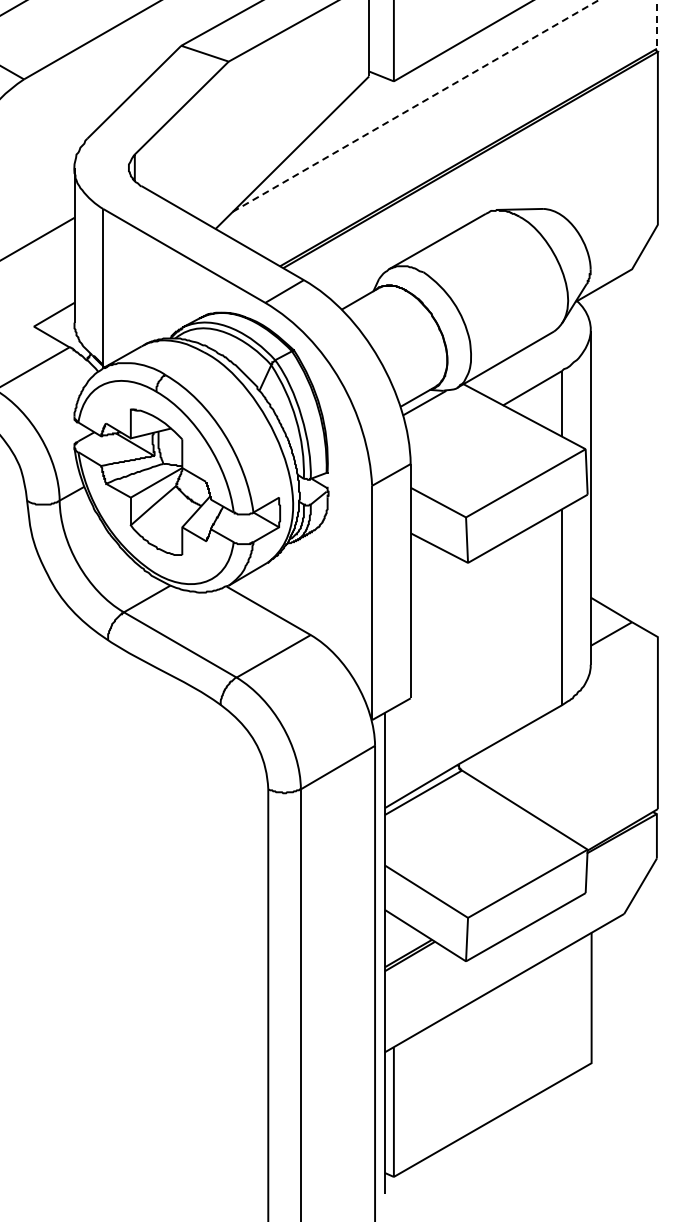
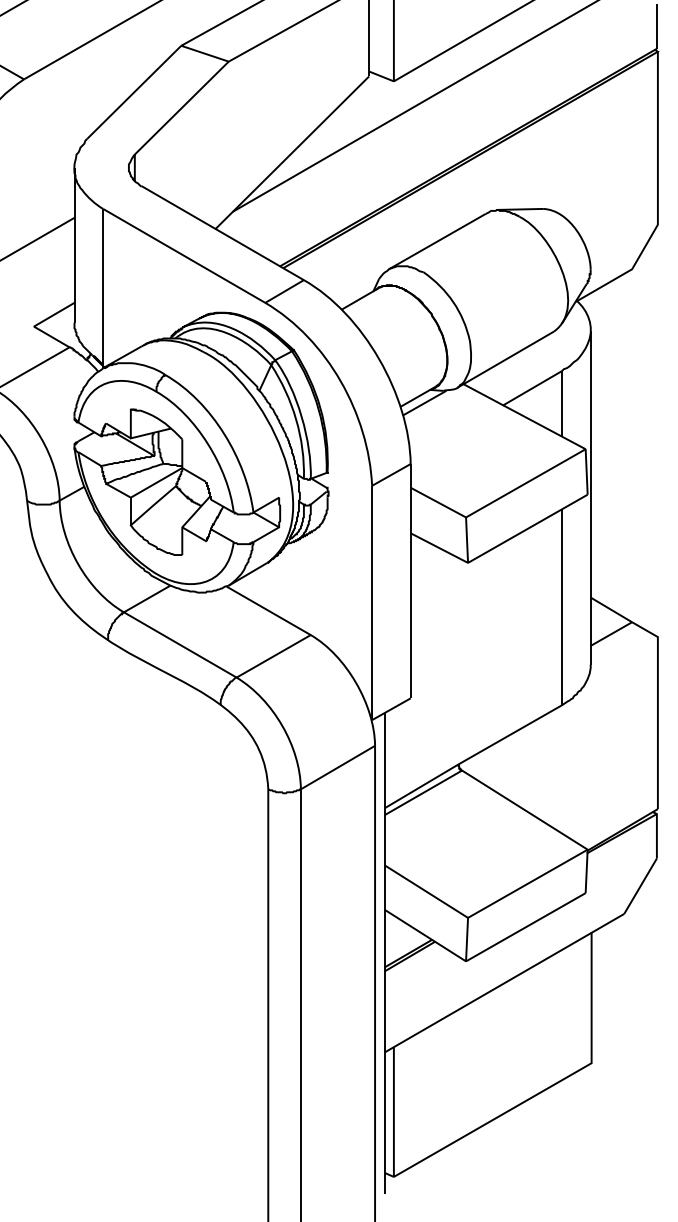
line at (656, 27): dashed -> solid
line at (415, 105): dashed -> solid
